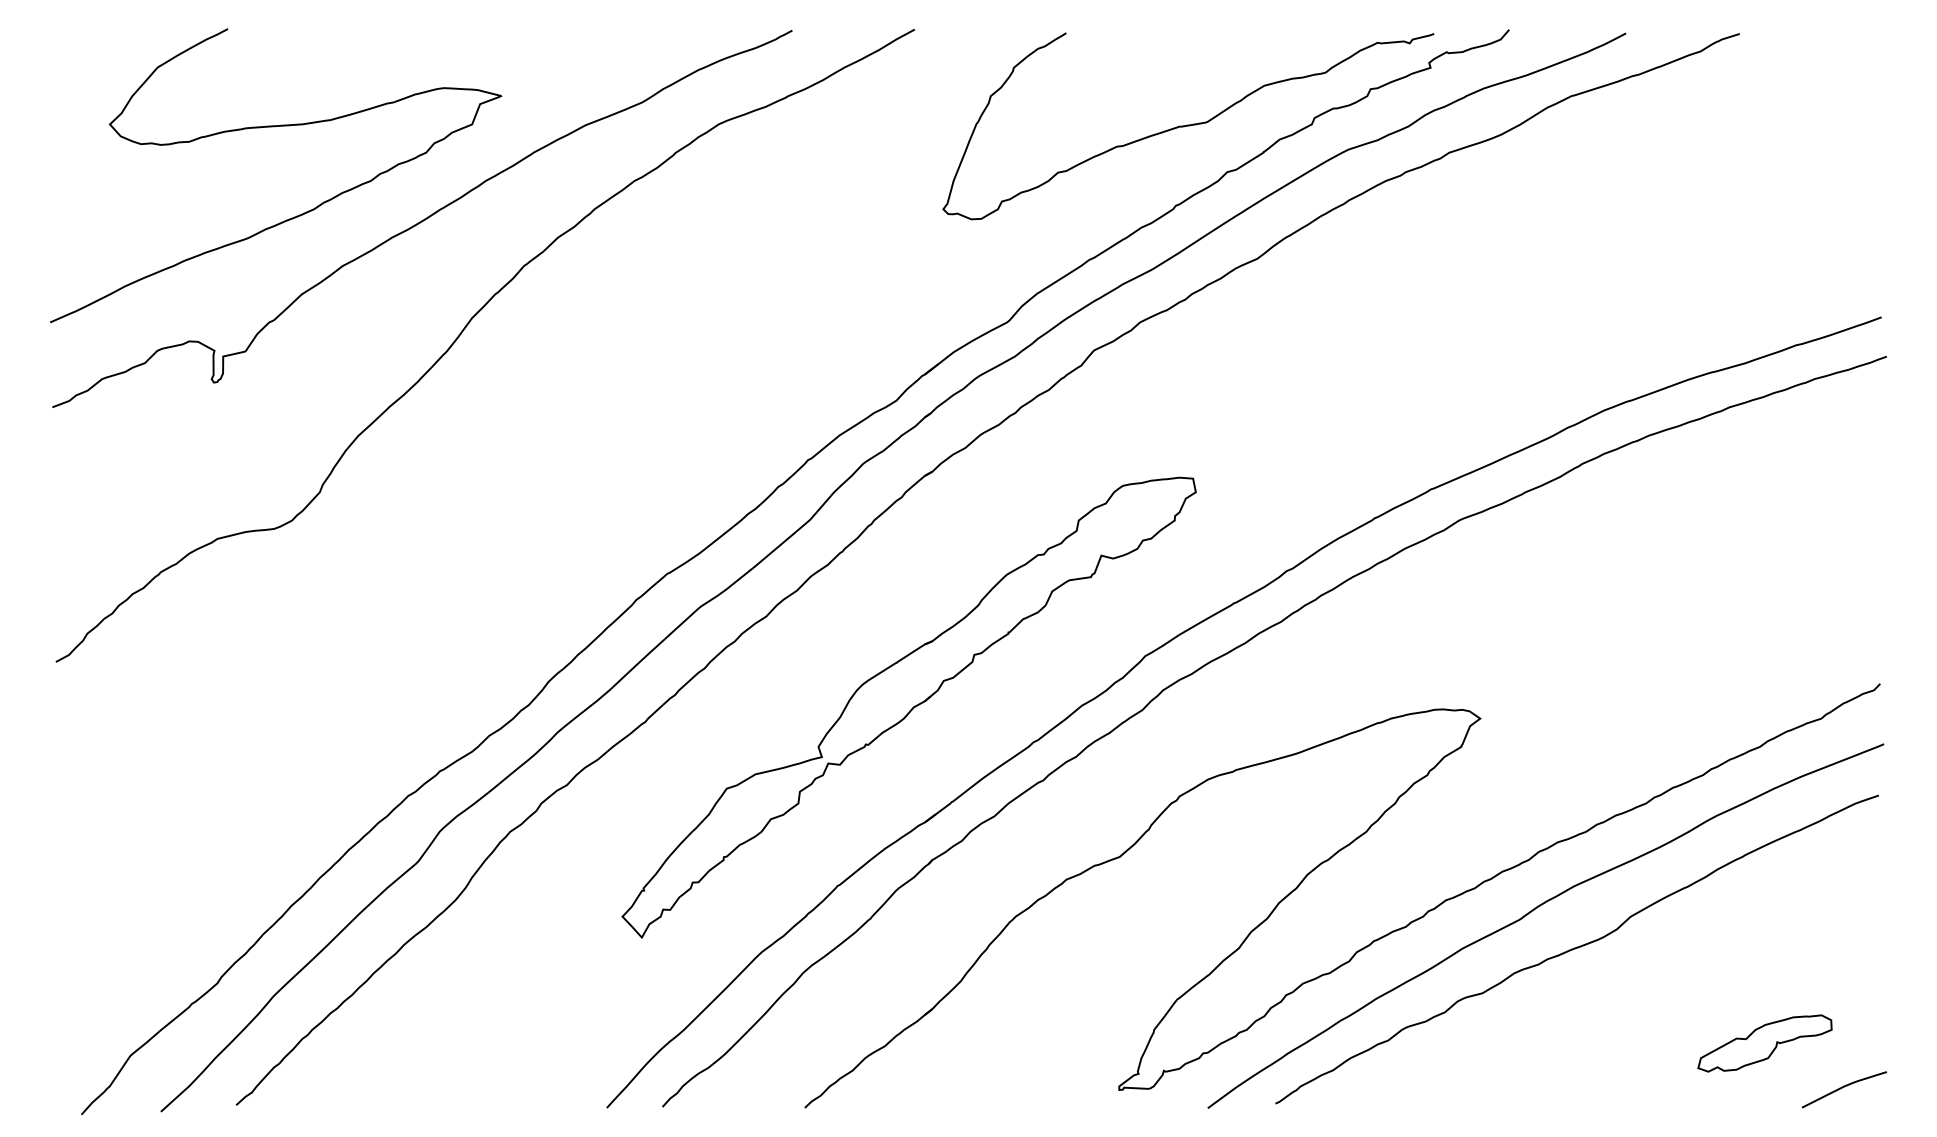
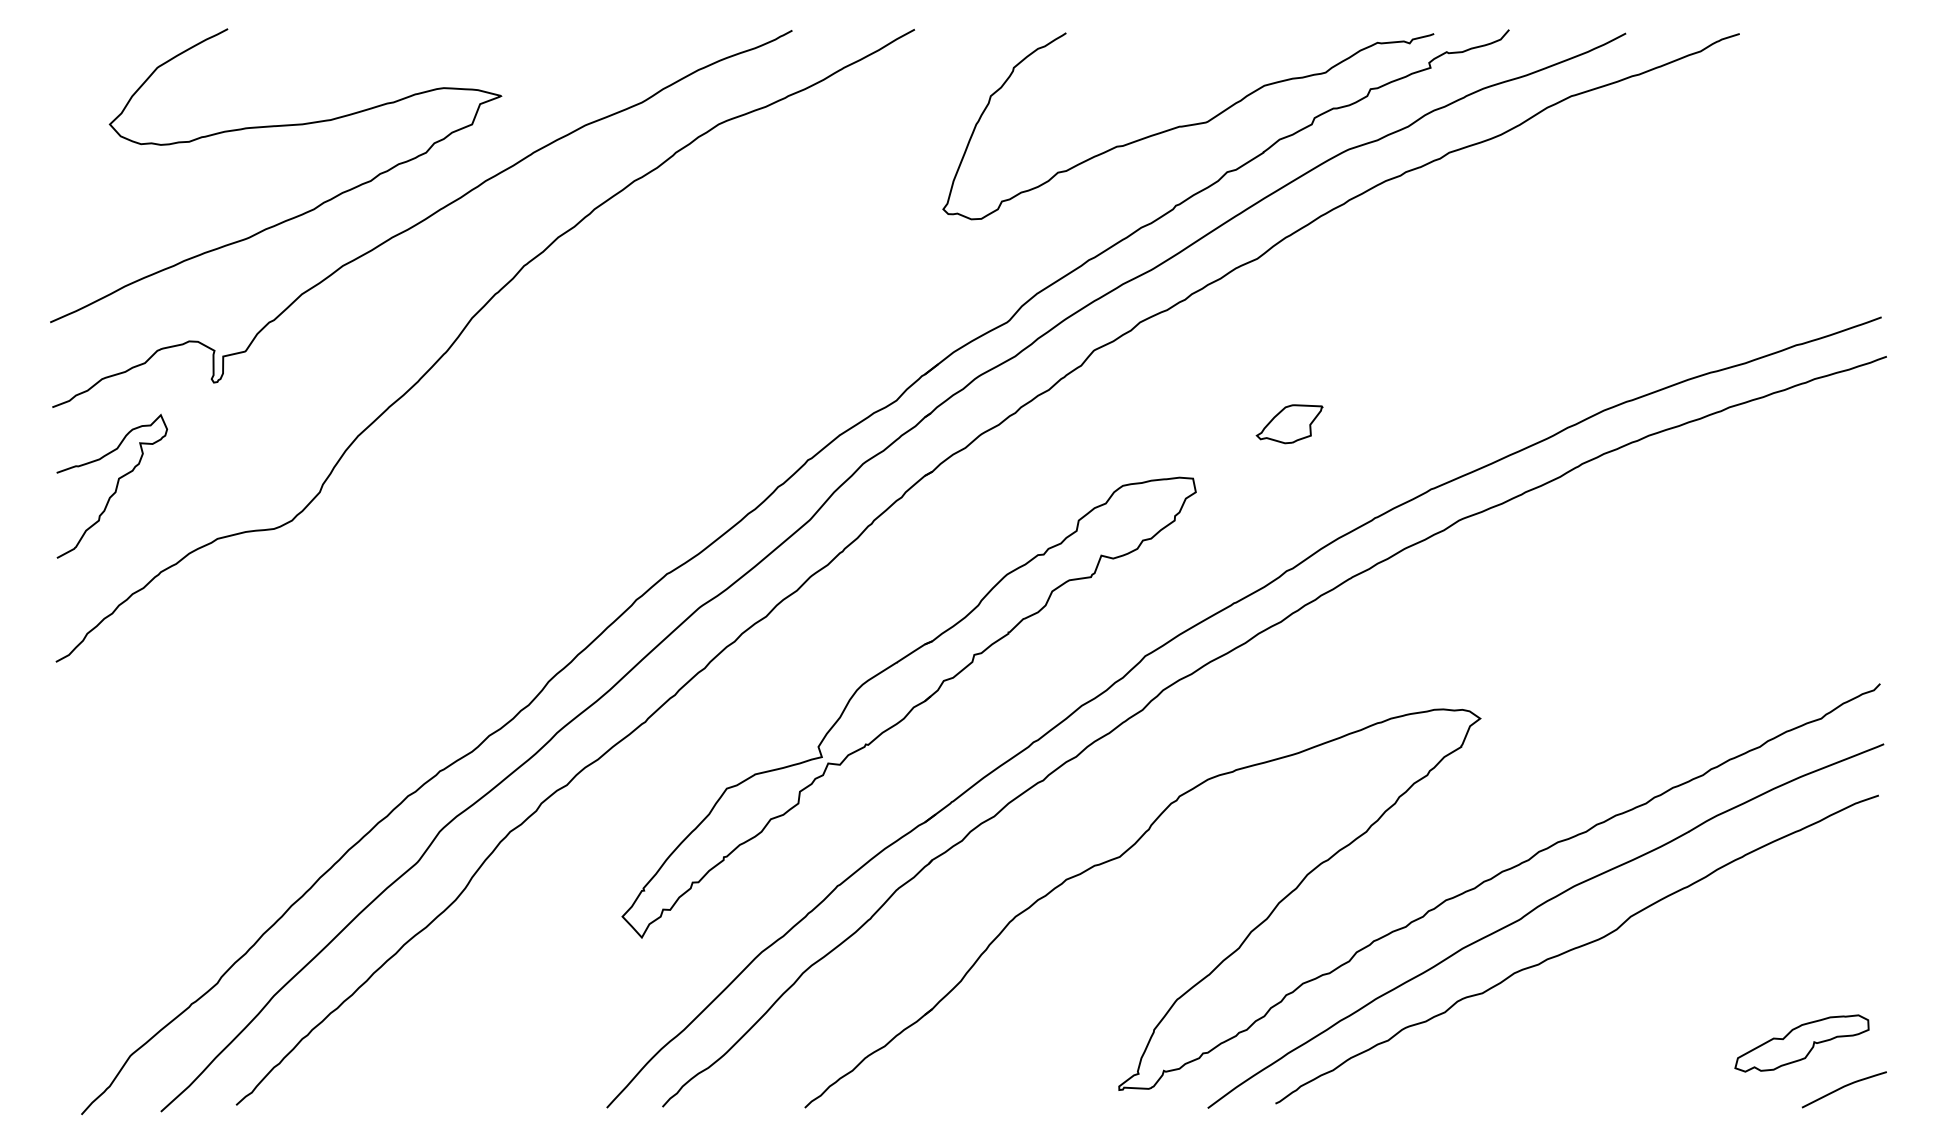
part at (1289, 424): none -> present
curve at (115, 487): none -> present
part at (1764, 1043) position: (1764, 1043) -> (1801, 1043)
